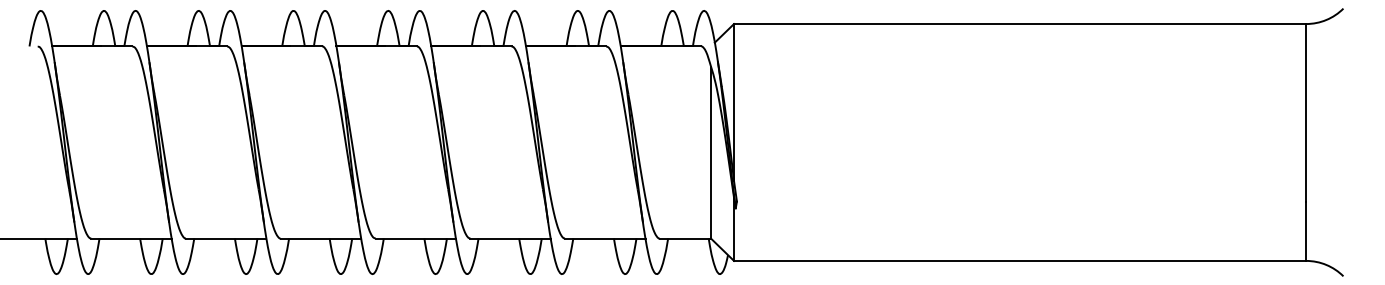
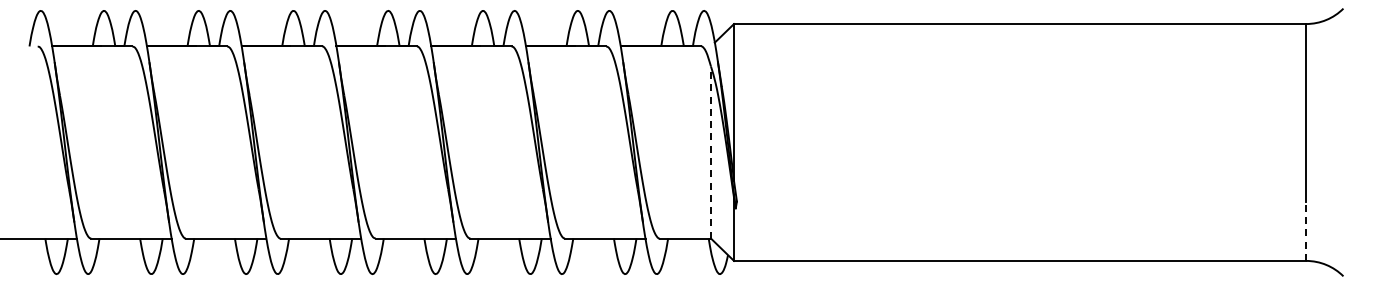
line at (710, 152): solid -> dashed
line at (1306, 231): solid -> dashed
